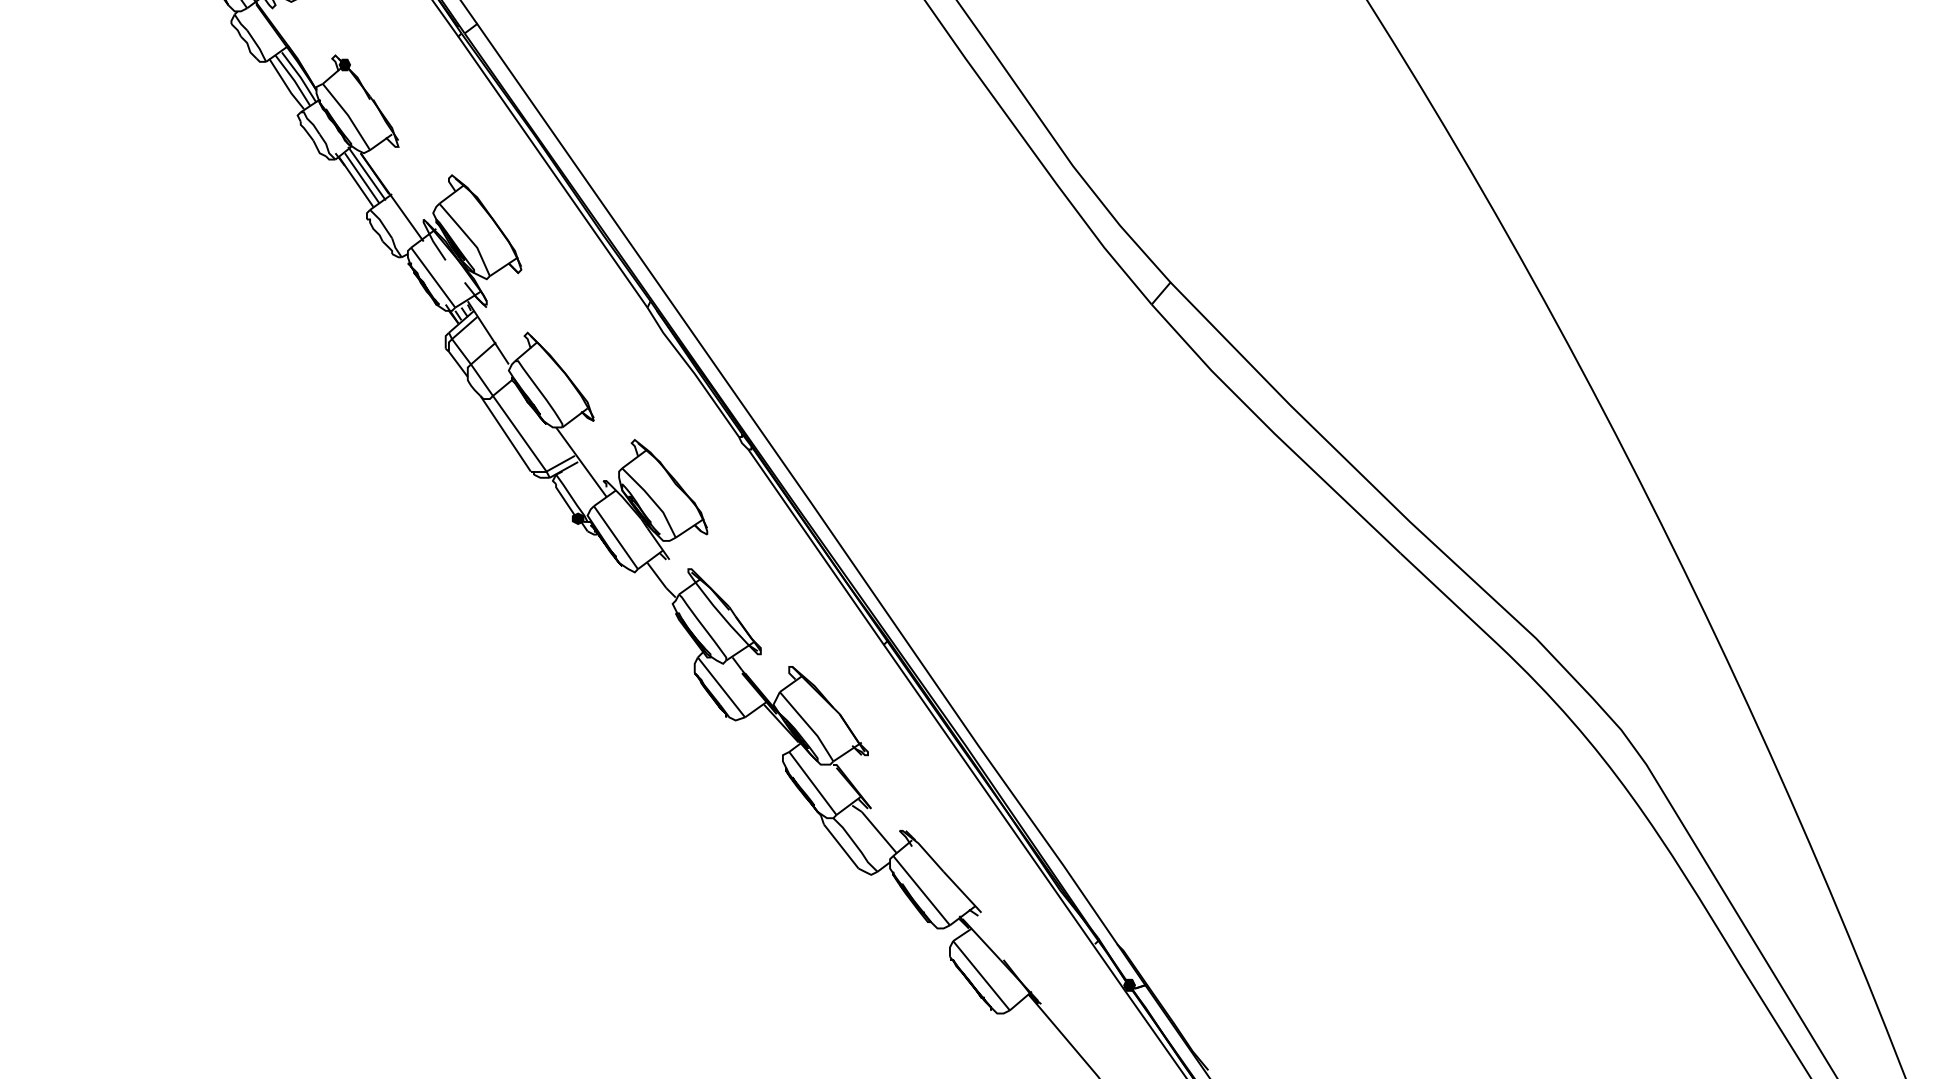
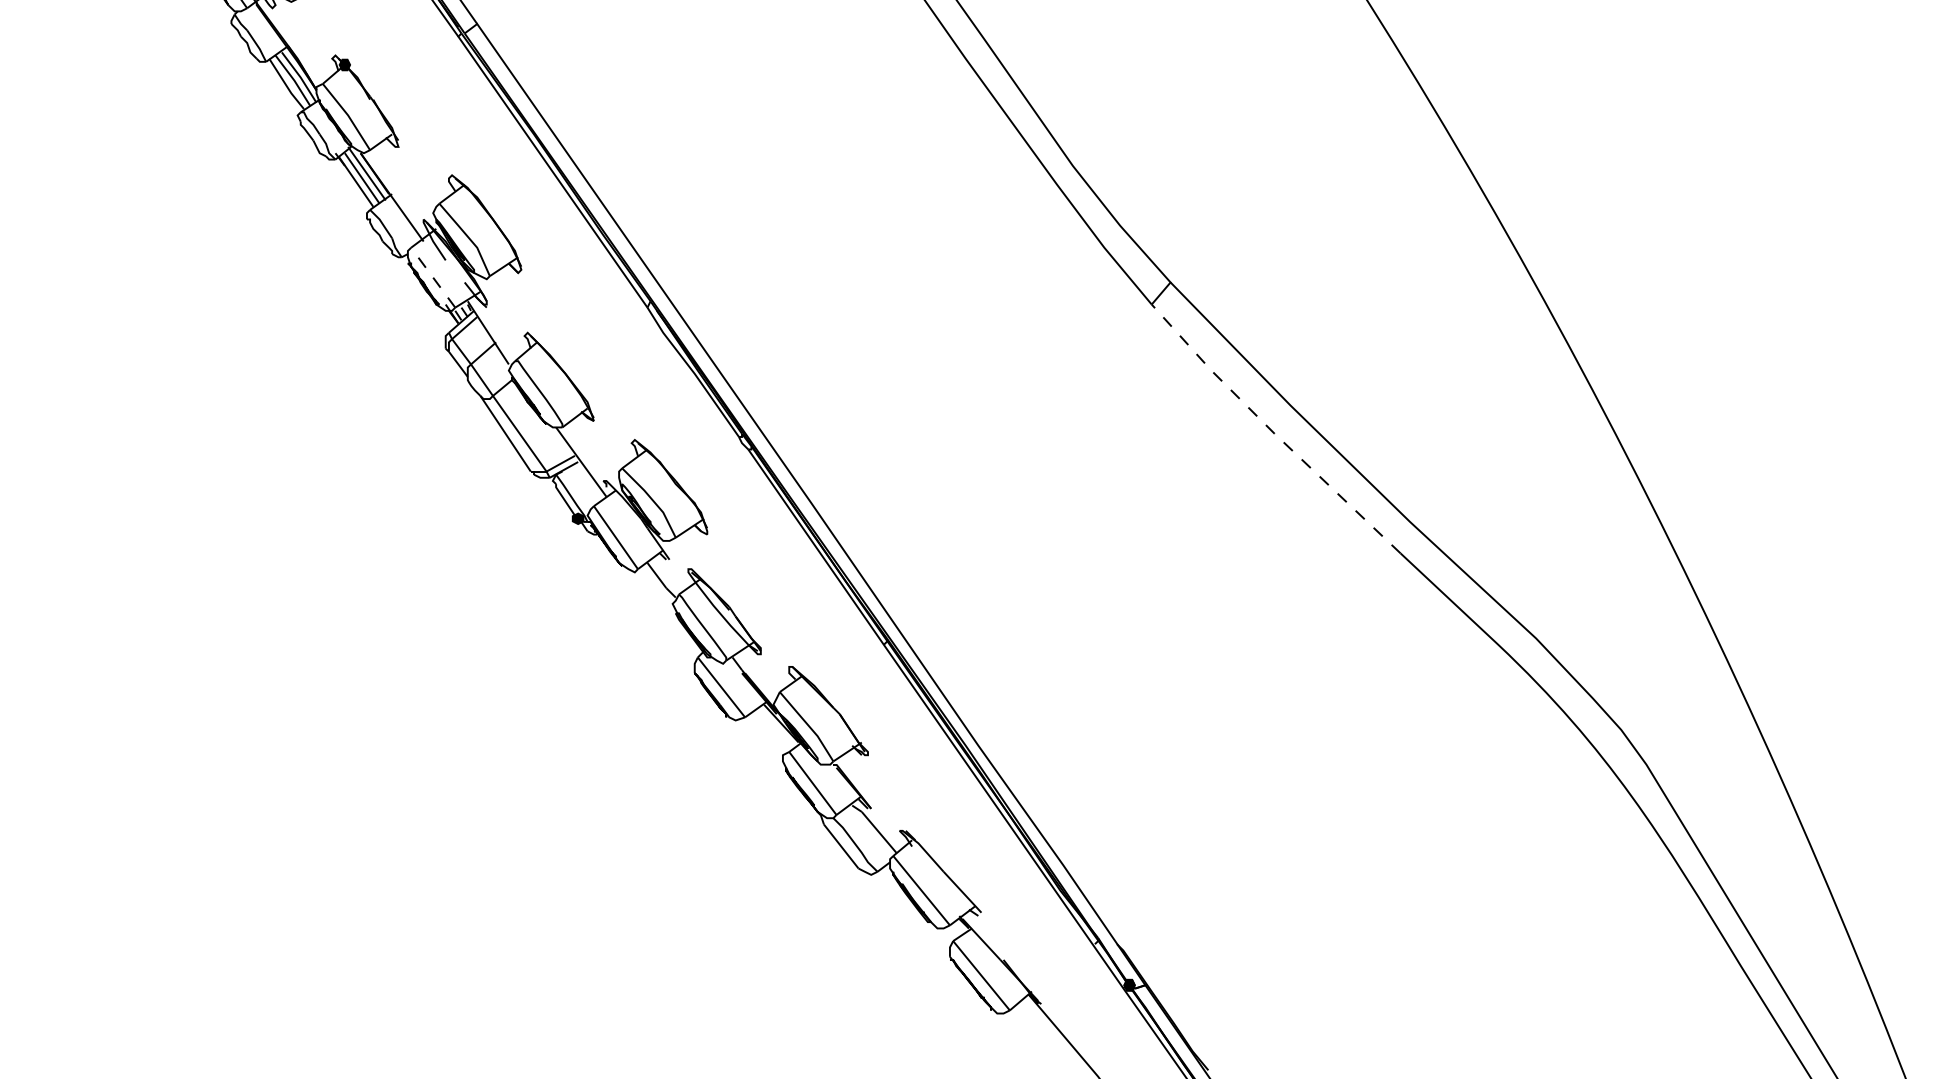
line at (432, 277): solid -> dashed
line at (1272, 431): solid -> dashed
